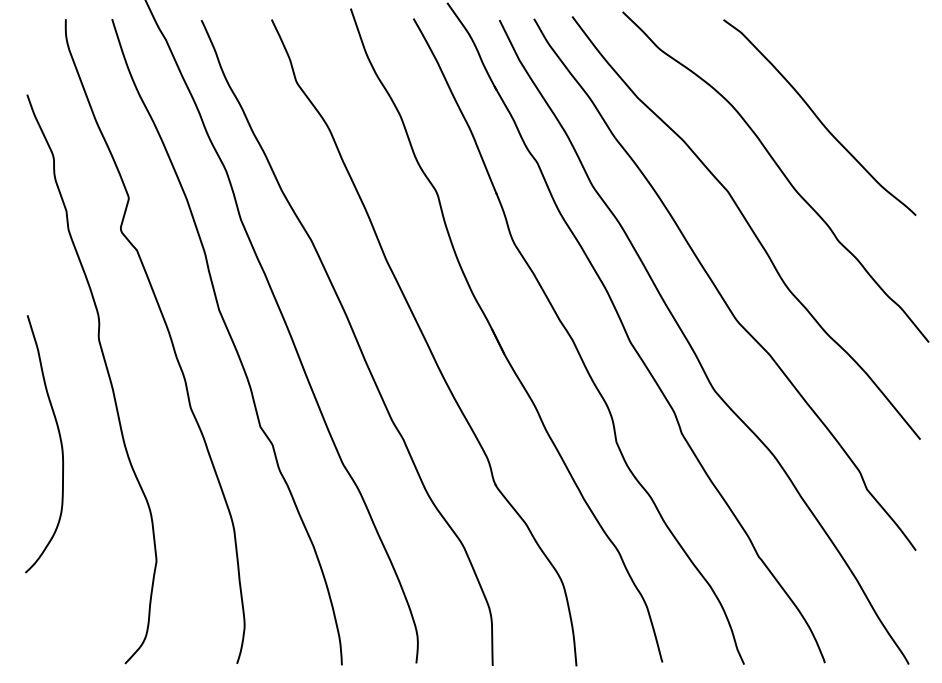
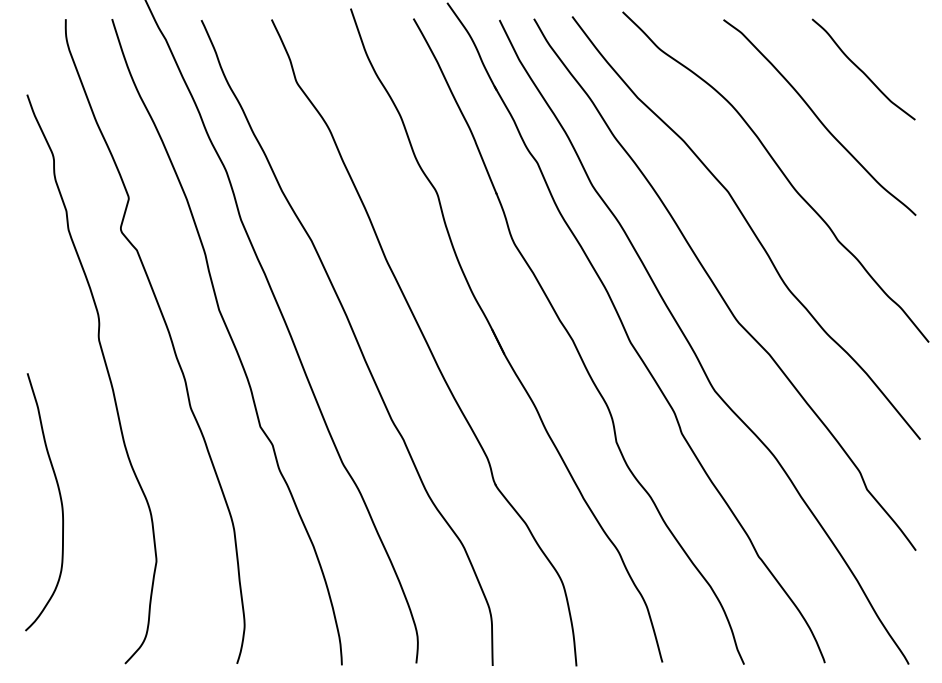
curve at (862, 70): none -> present
curve at (59, 439) position: (59, 439) -> (59, 497)
